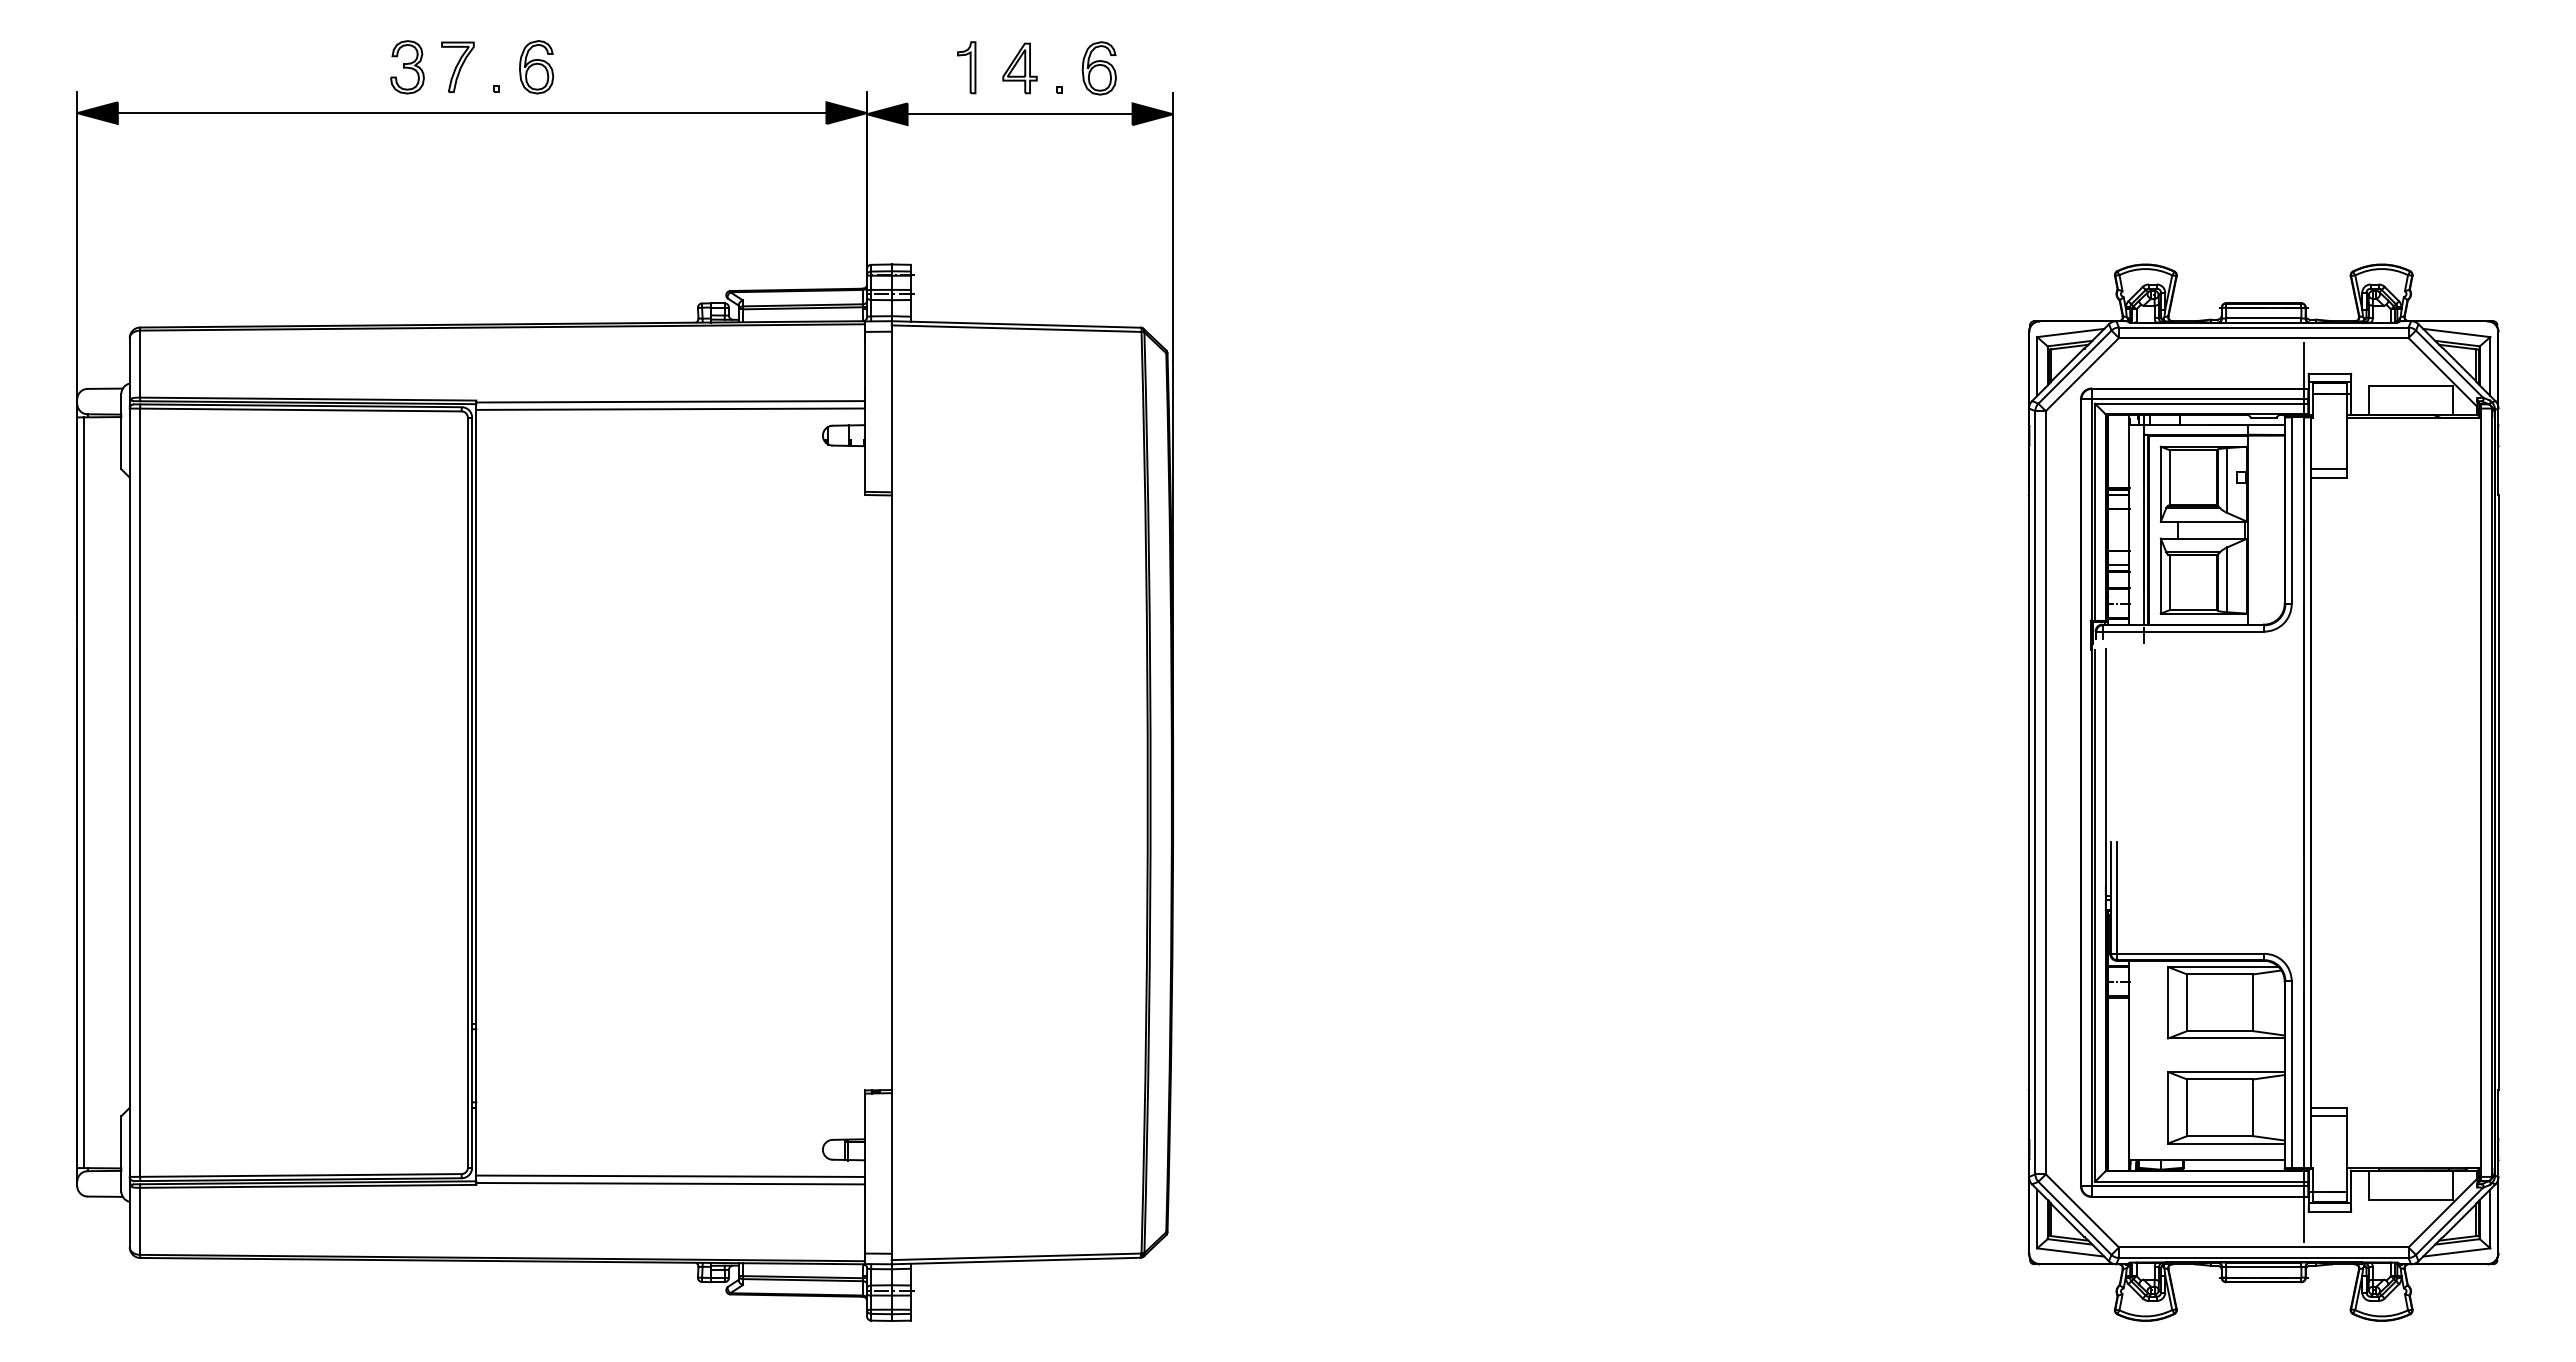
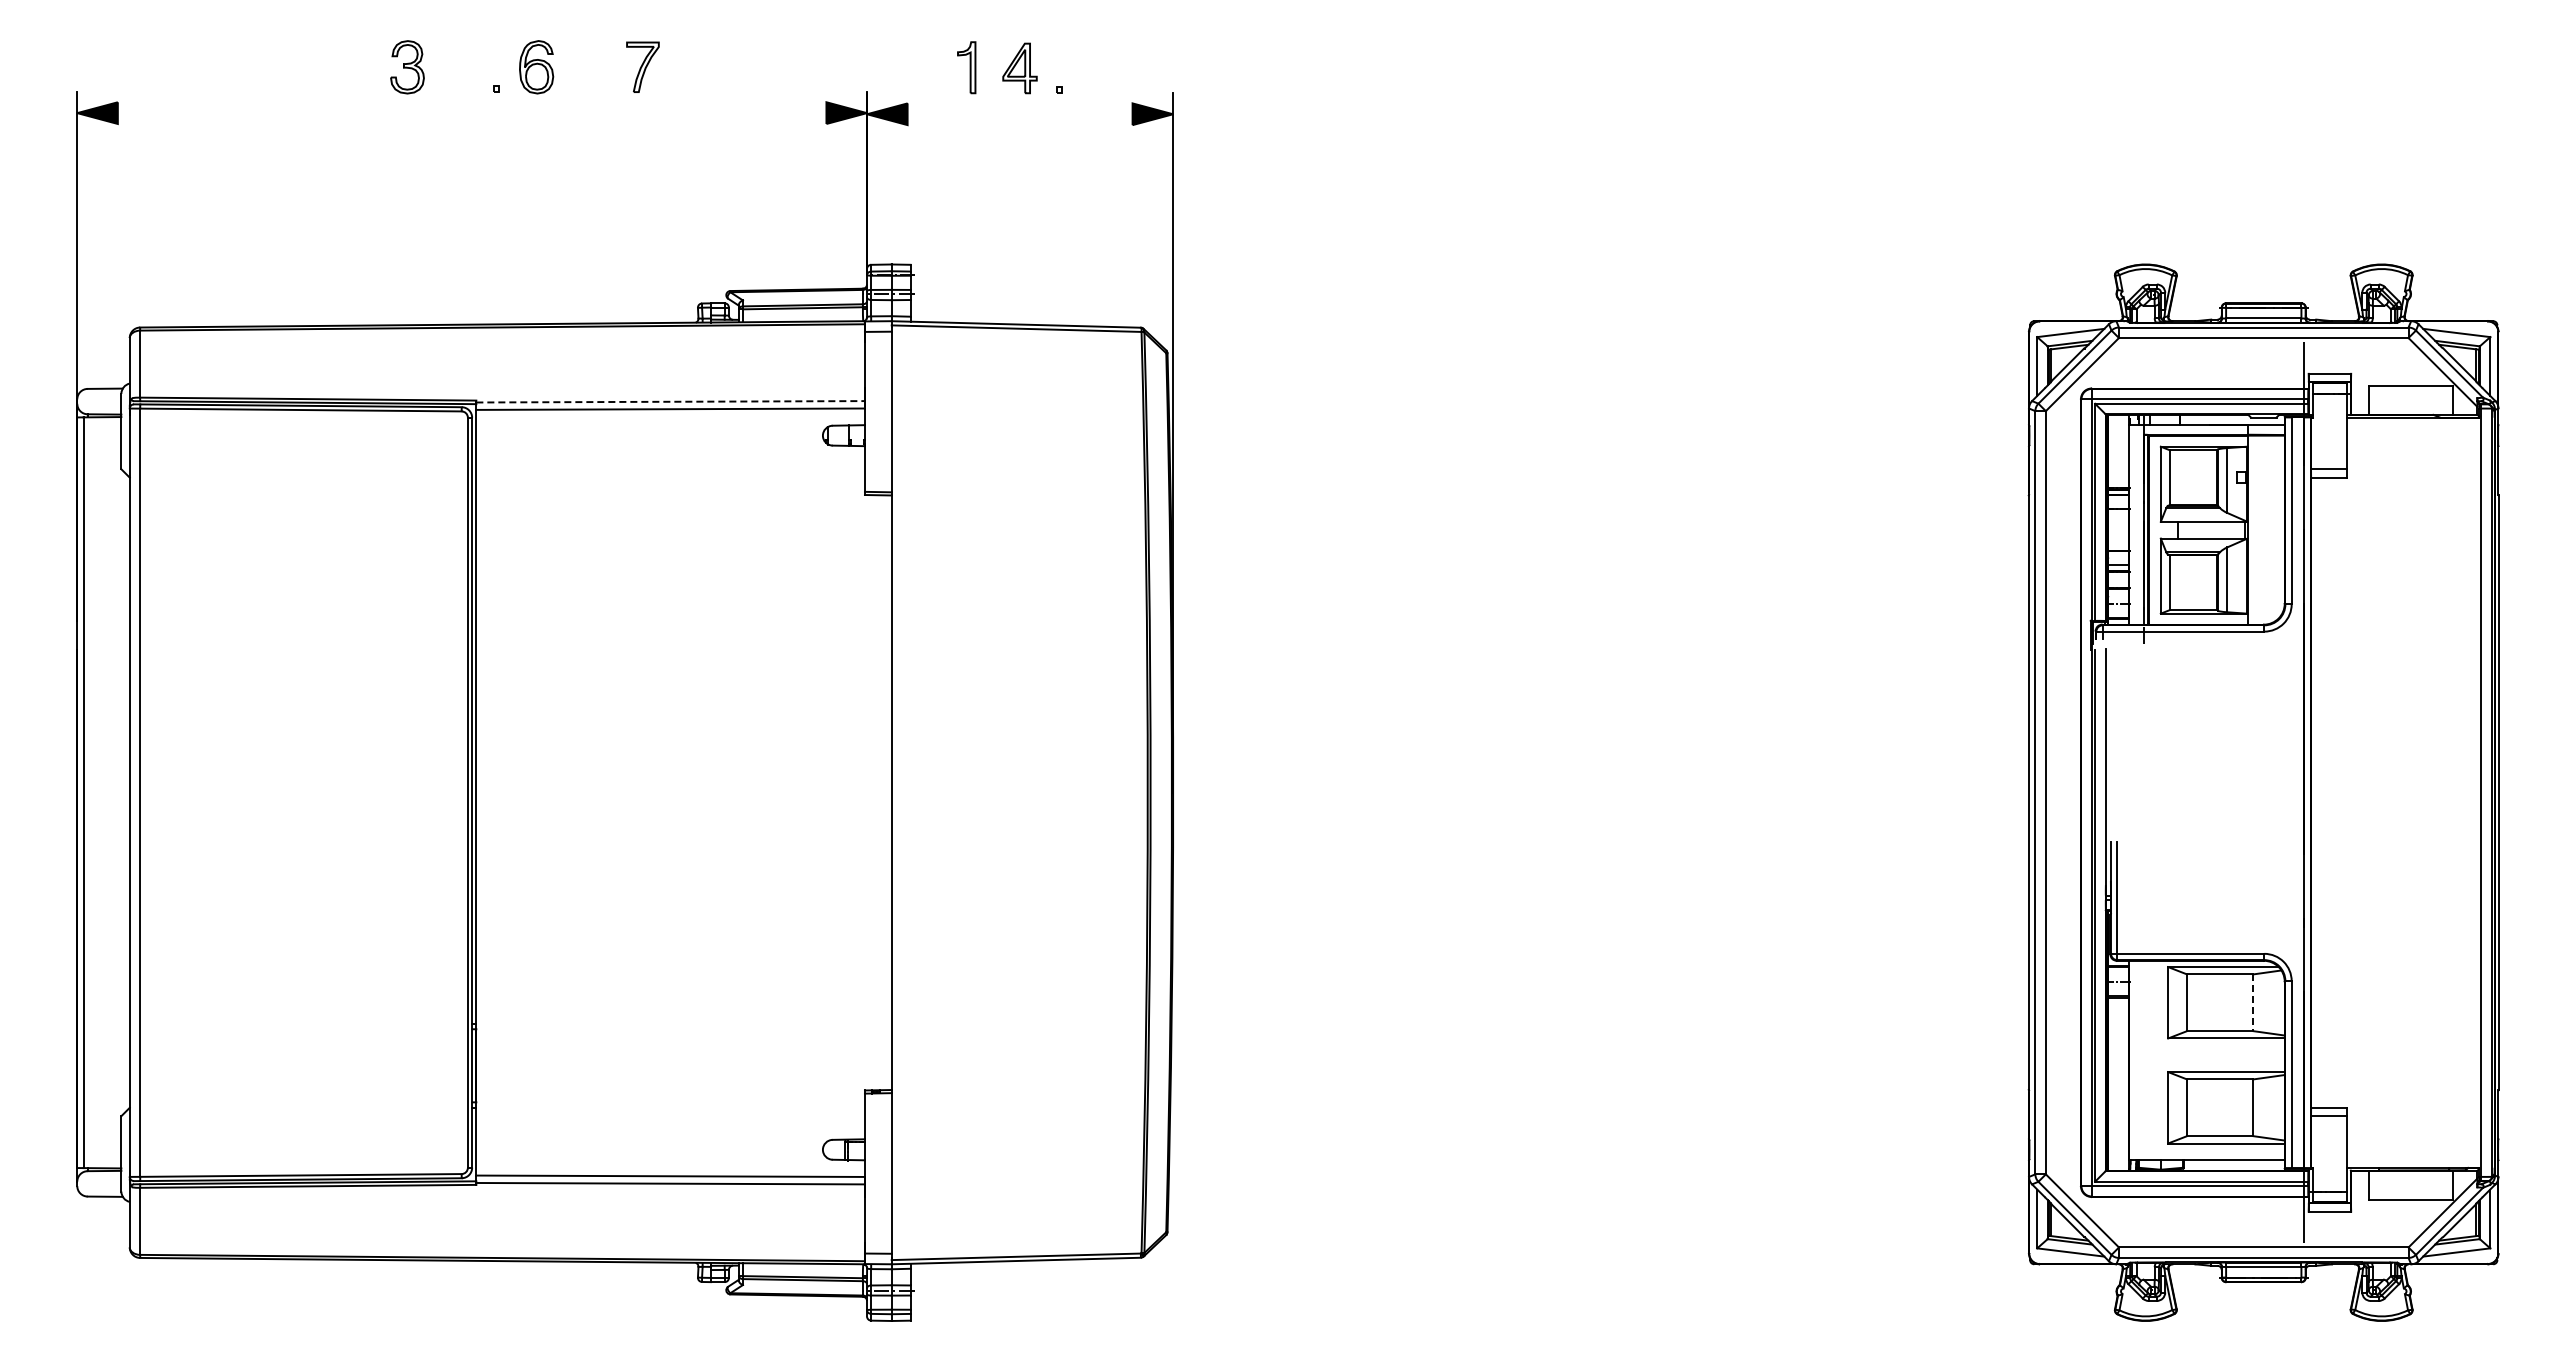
part at (457, 66) position: (457, 66) -> (642, 66)
part at (1098, 68): present -> none
line at (471, 113): present -> none
line at (1019, 114): present -> none
line at (671, 401): solid -> dashed
line at (2253, 1003): solid -> dashed
